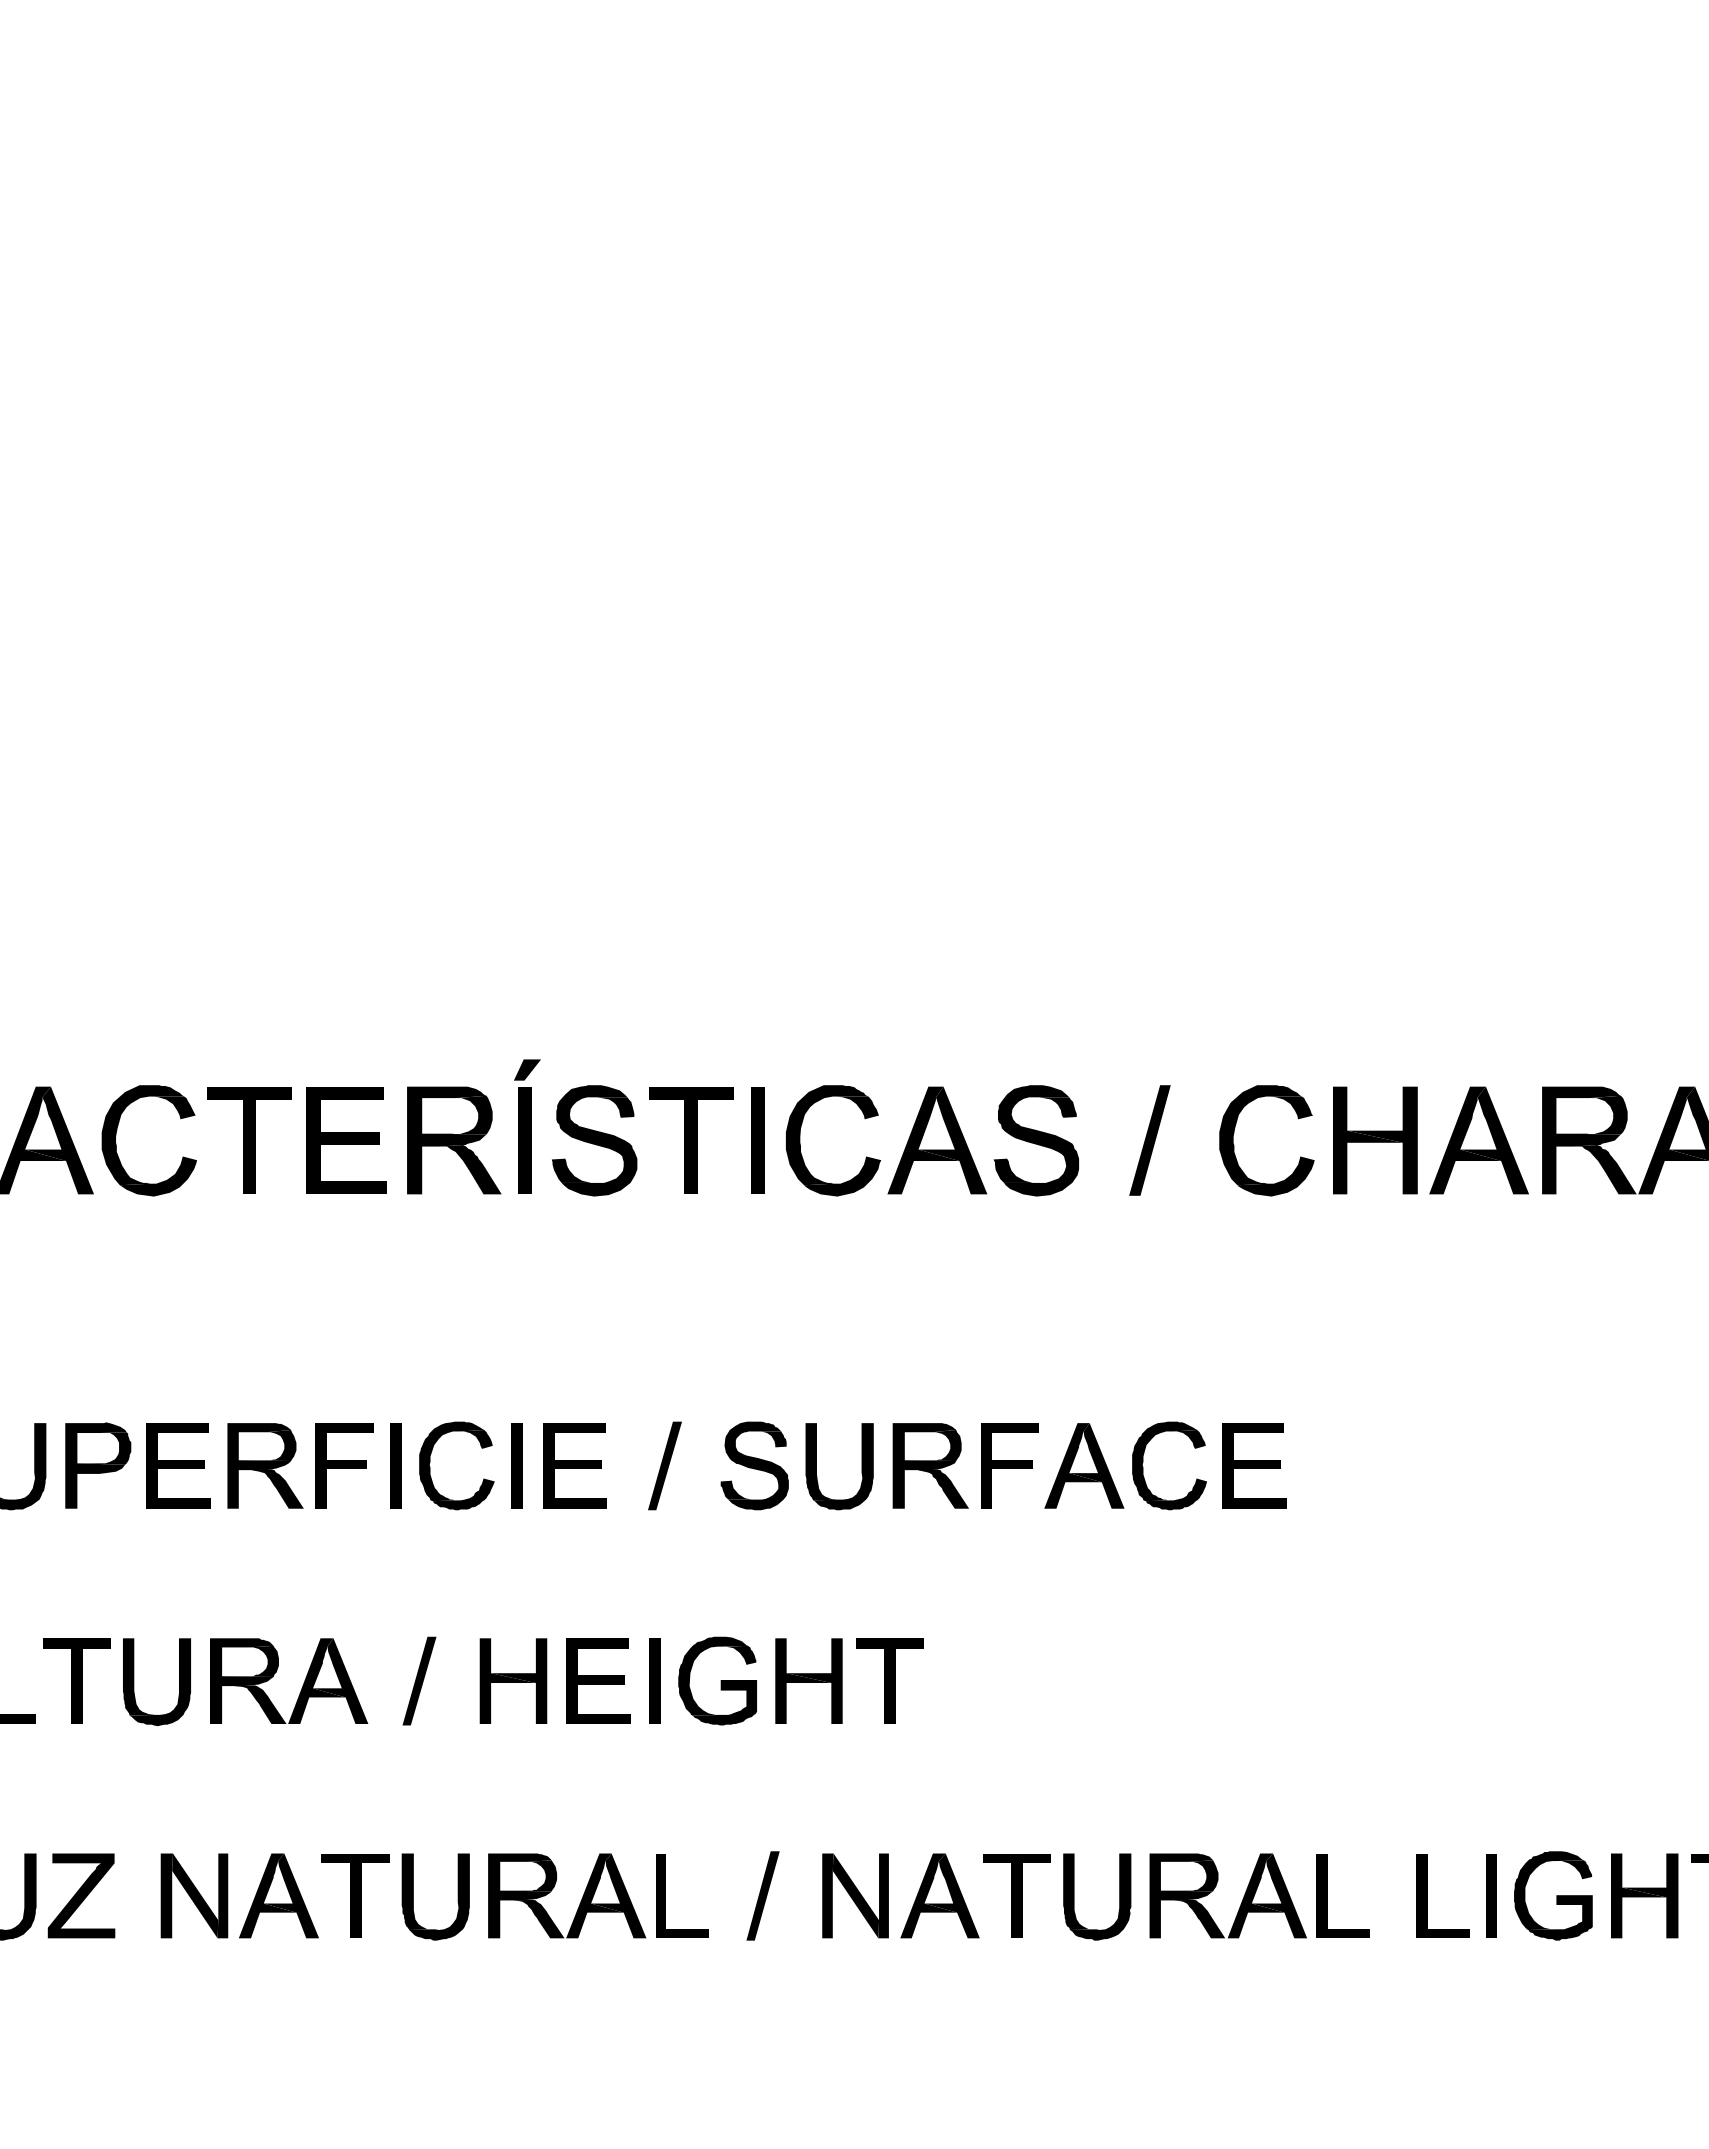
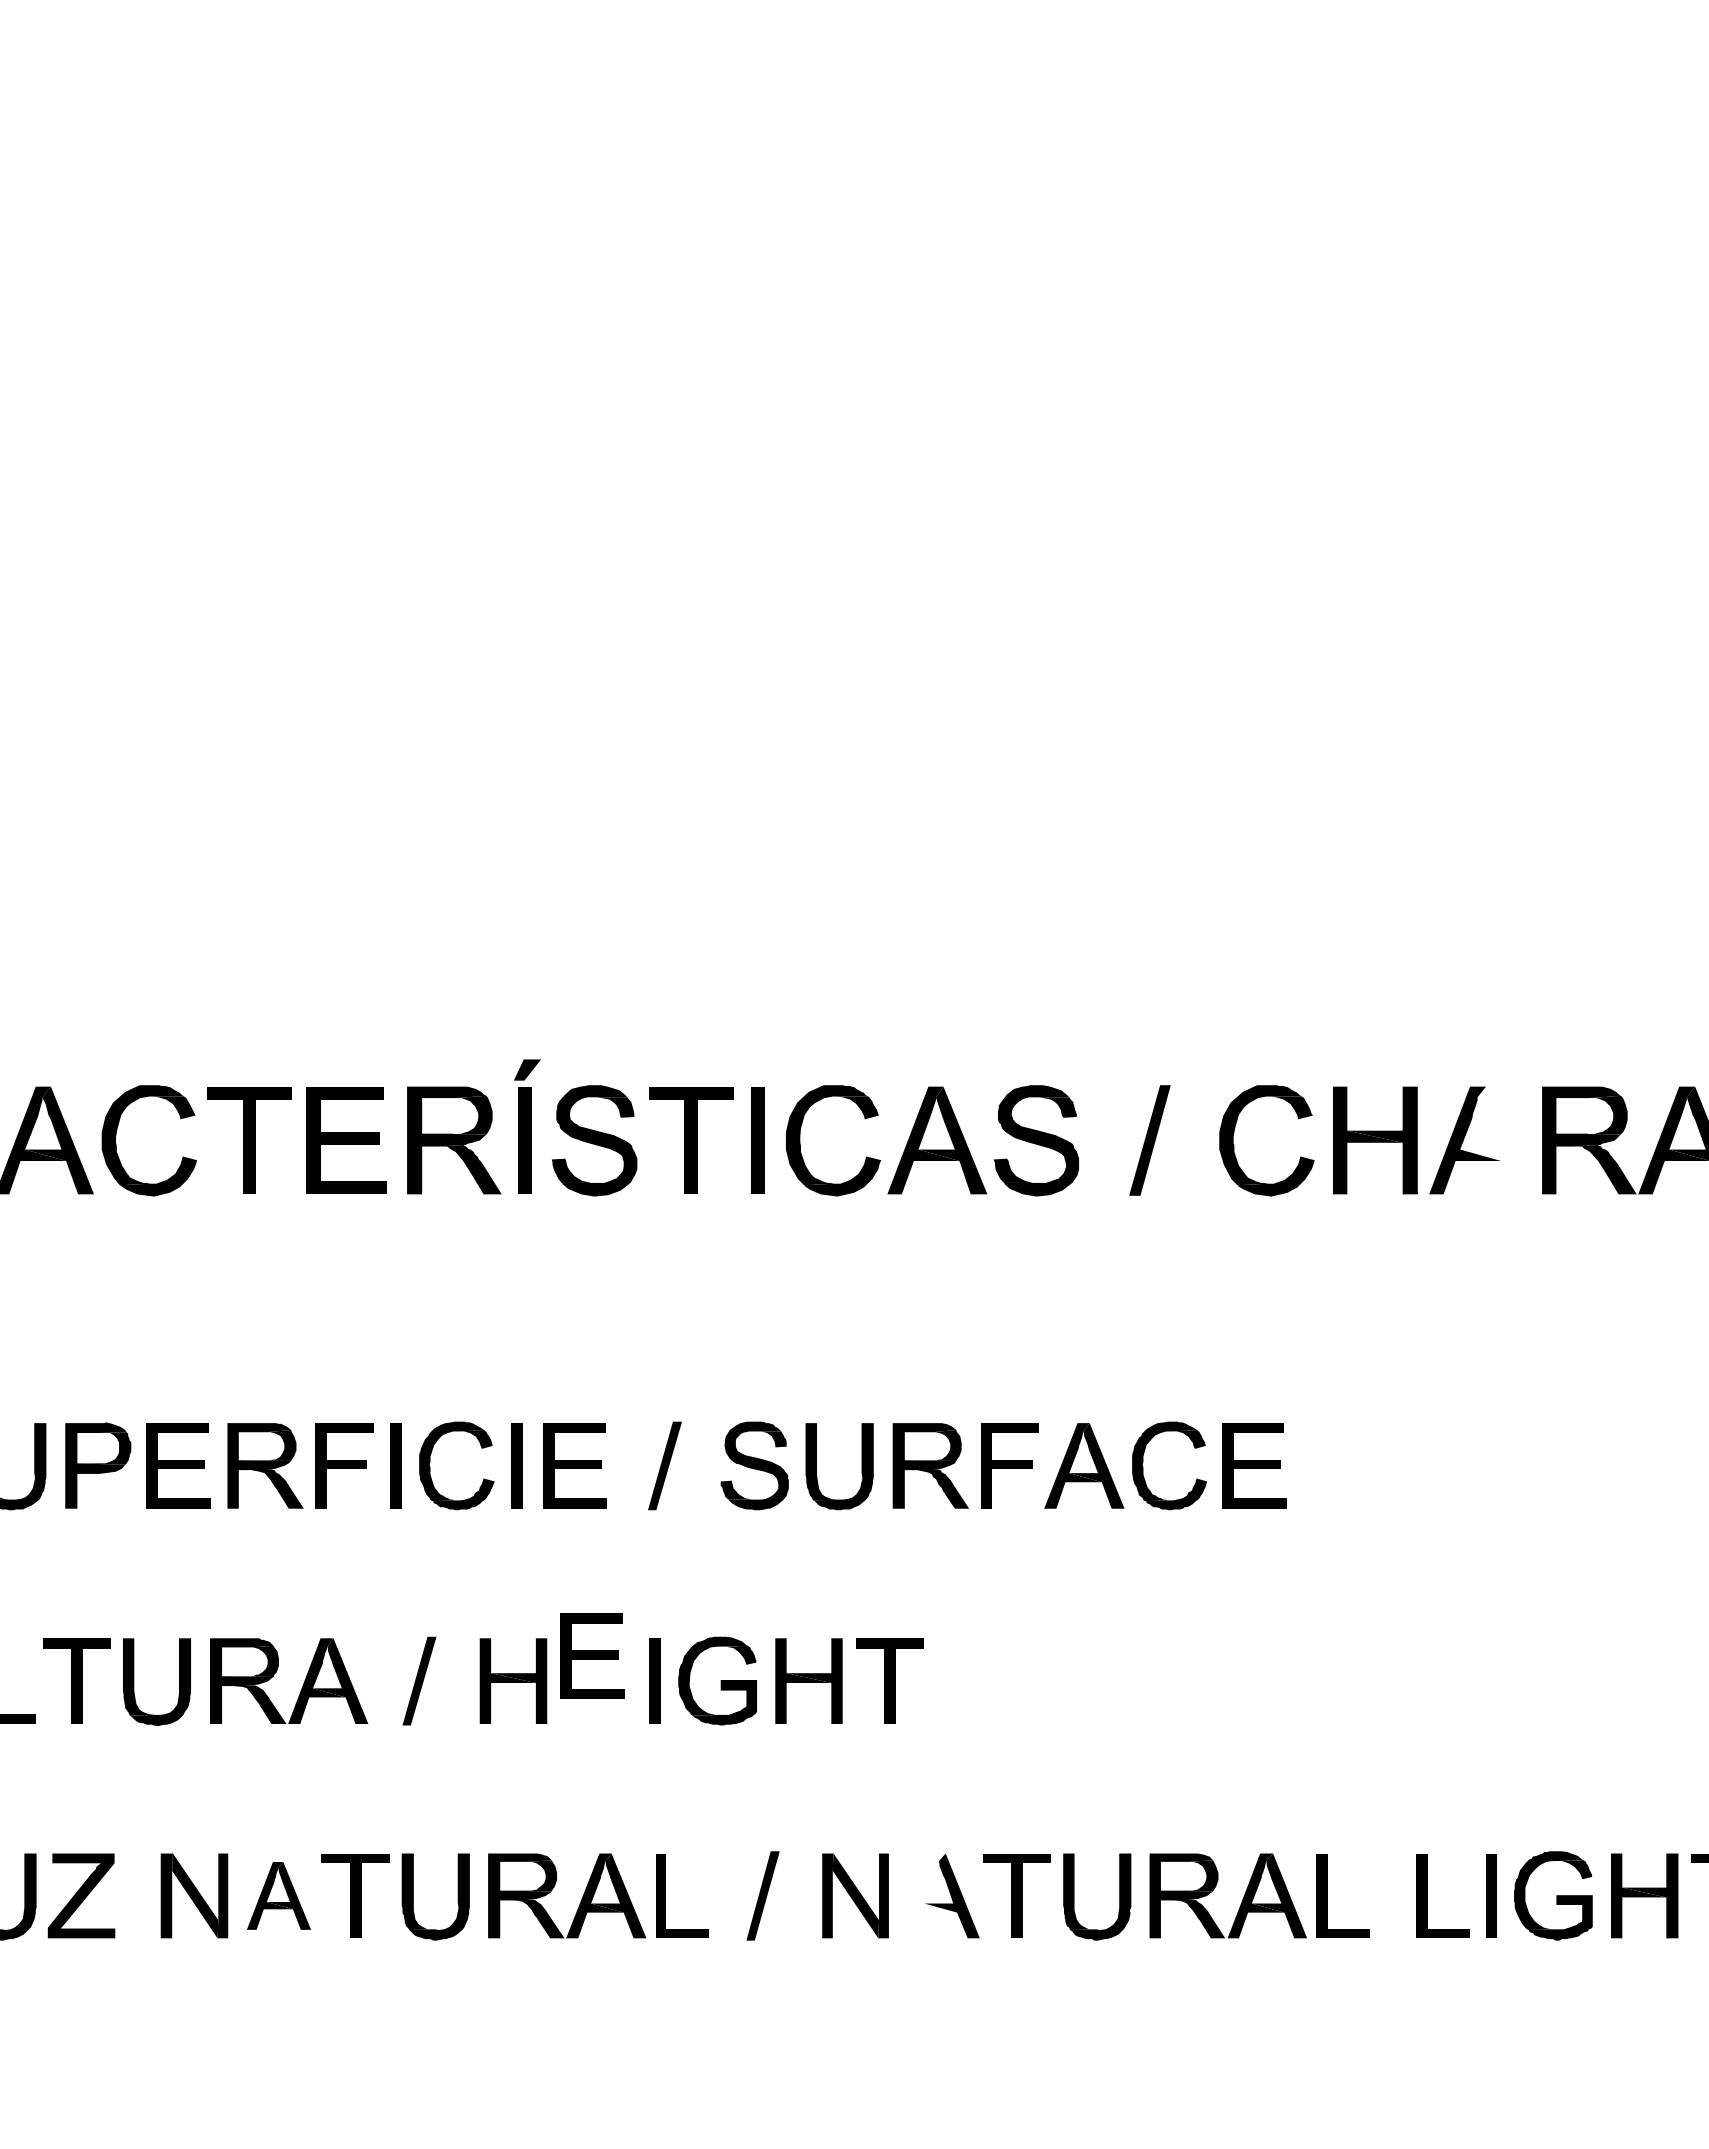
fill at (1494, 1140): present -> none
part at (598, 1680) position: (598, 1680) -> (592, 1655)
part at (278, 1895) size: 80x86 px -> 64x68 px
fill at (928, 1895): present -> none
